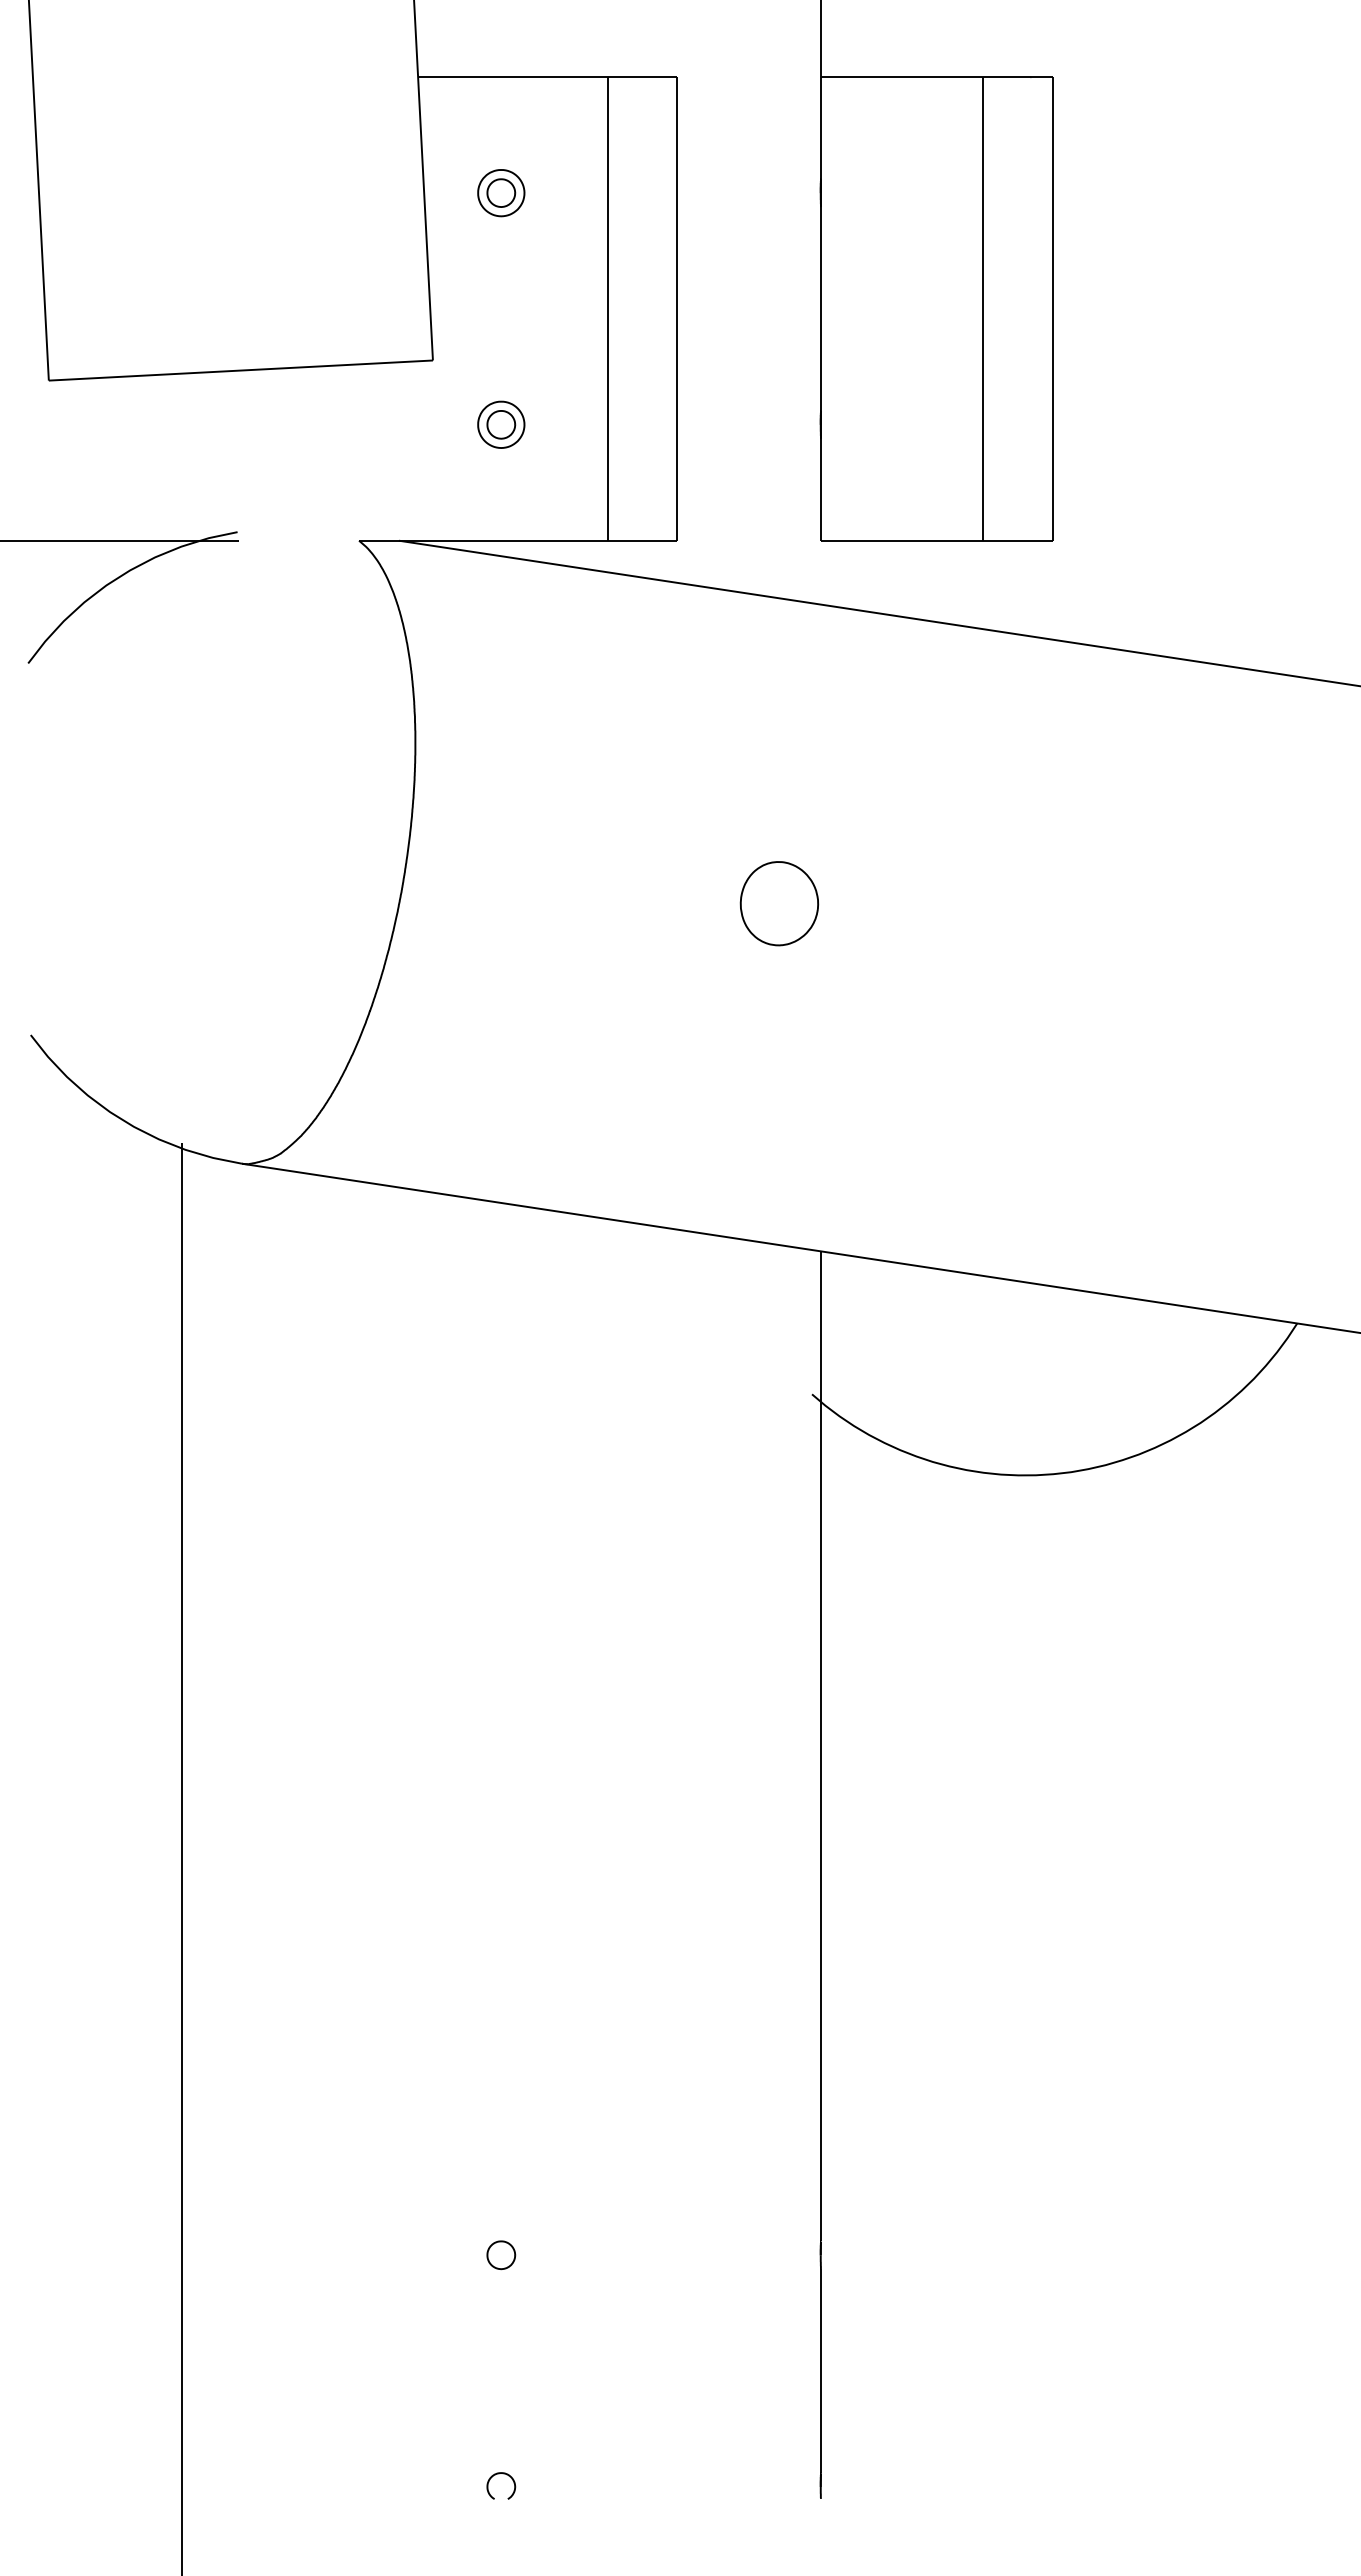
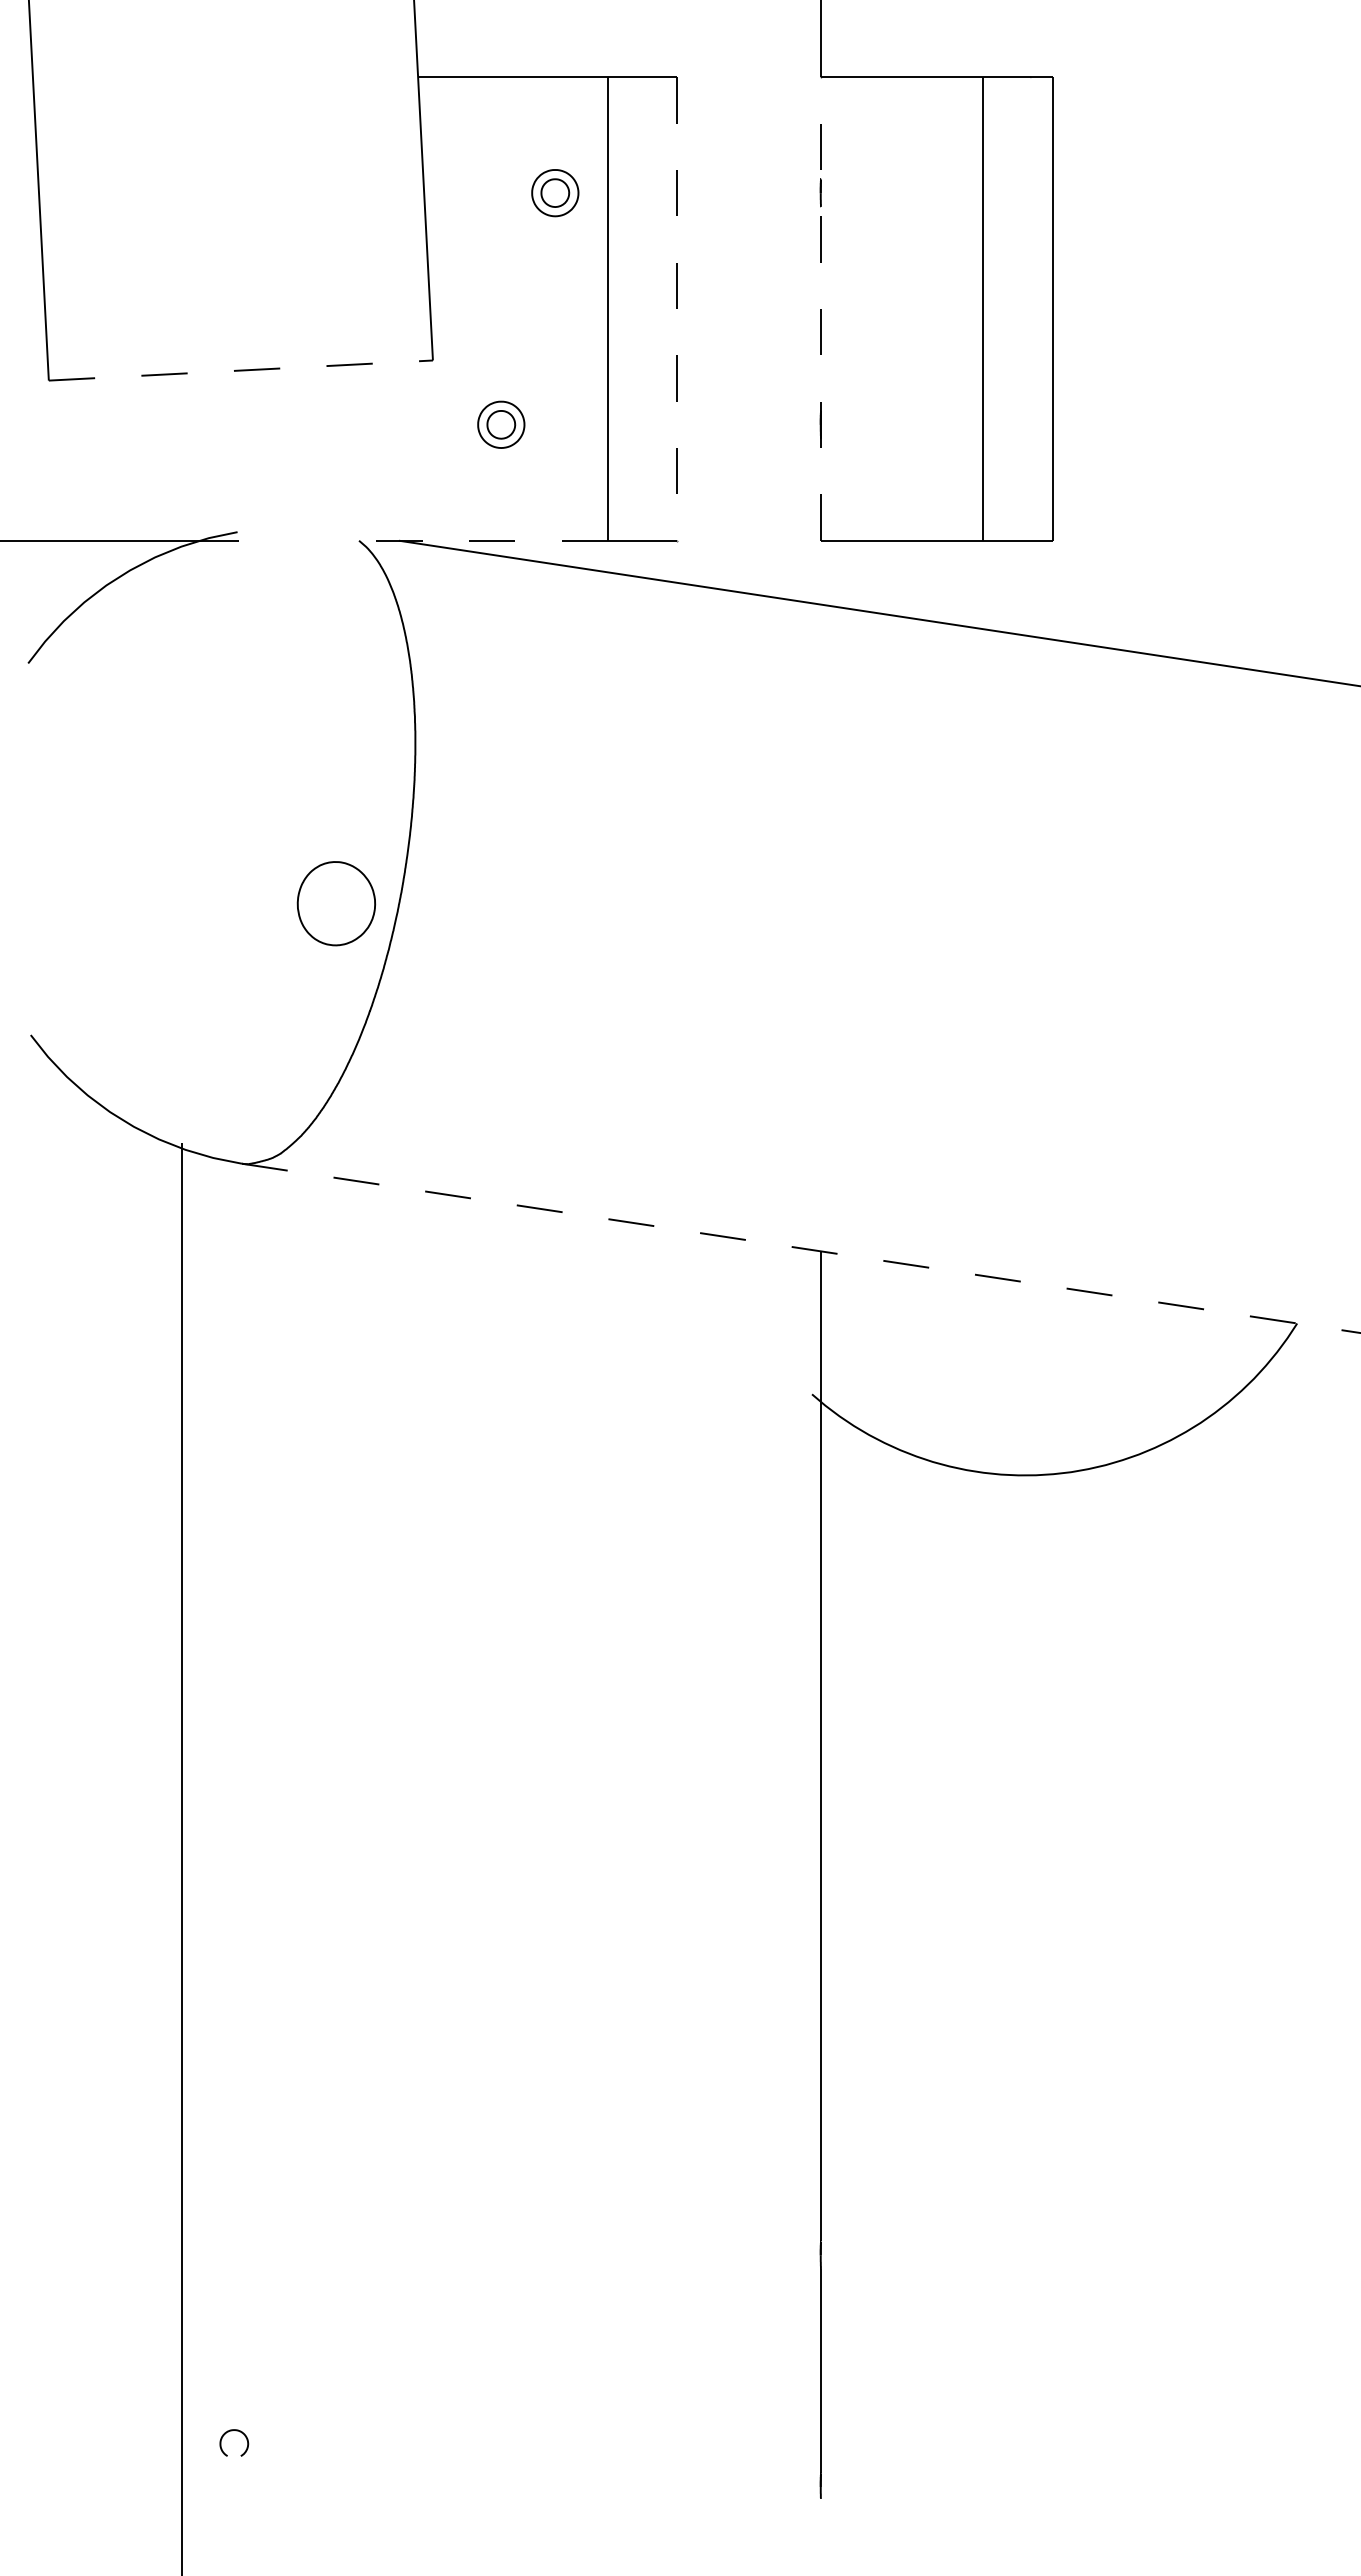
part at (501, 193) position: (501, 193) -> (555, 193)
line at (677, 309): solid -> dashed
line at (821, 309): solid -> dashed
line at (241, 370): solid -> dashed
line at (483, 540): solid -> dashed
part at (779, 903) position: (779, 903) -> (336, 903)
line at (801, 1248): solid -> dashed
part at (501, 2255): present -> none
part at (499, 2474) position: (499, 2474) -> (232, 2431)
